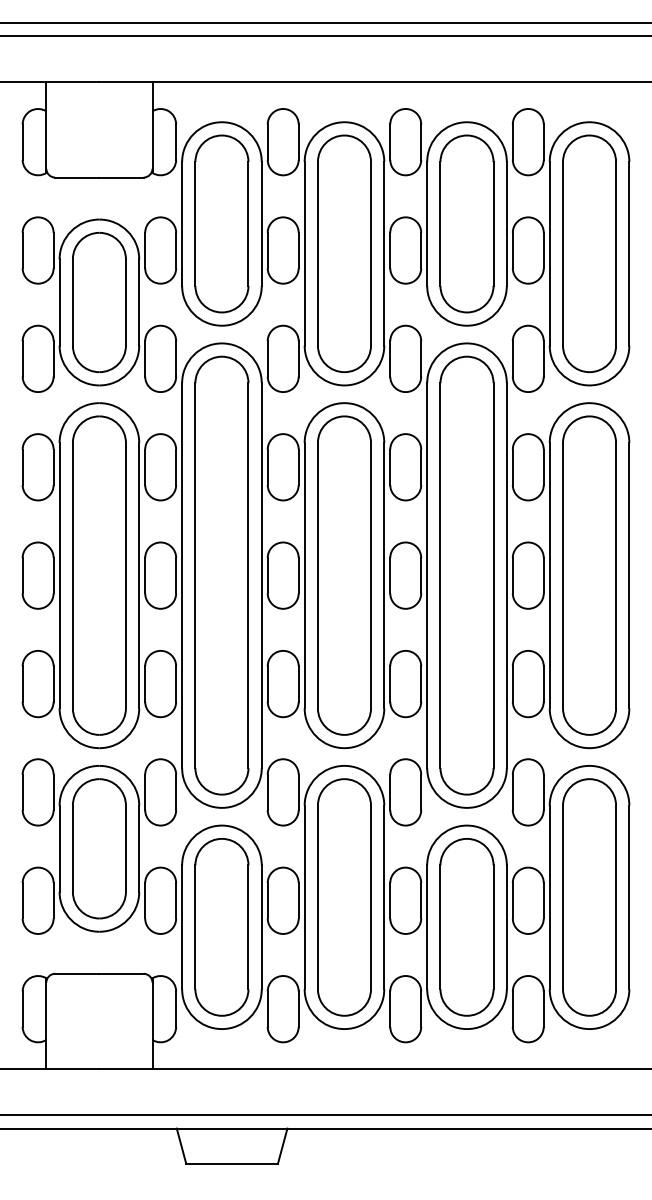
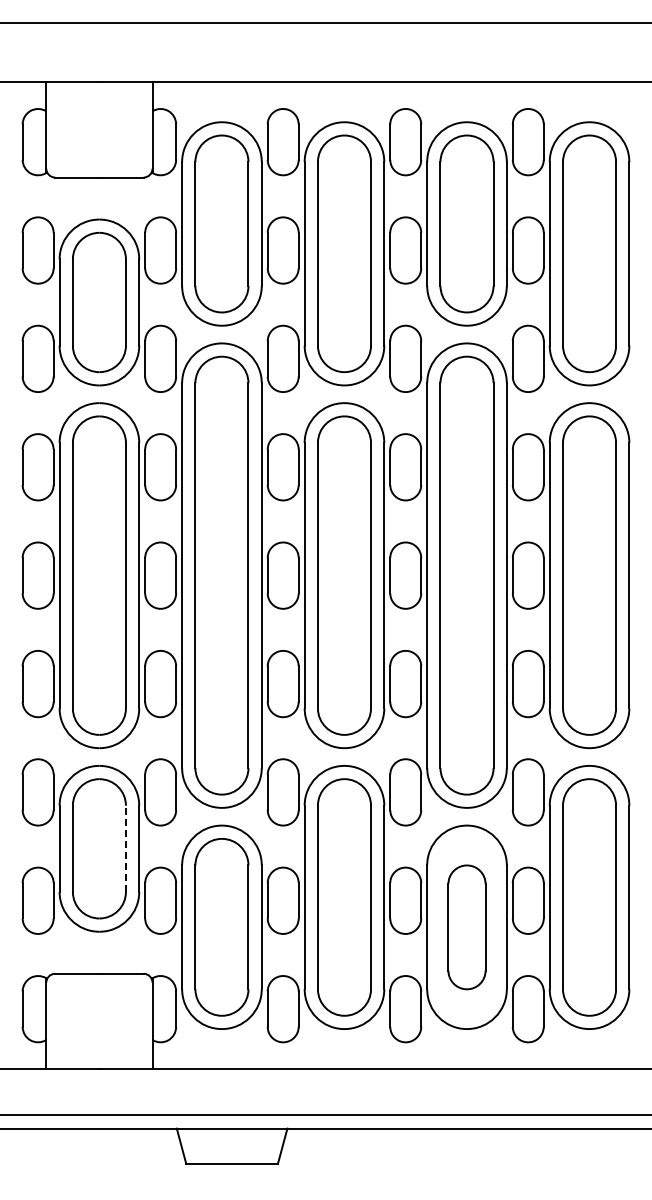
line at (325, 35): present -> none
line at (125, 848): solid -> dashed
part at (466, 927) size: 56x179 px -> 40x127 px
